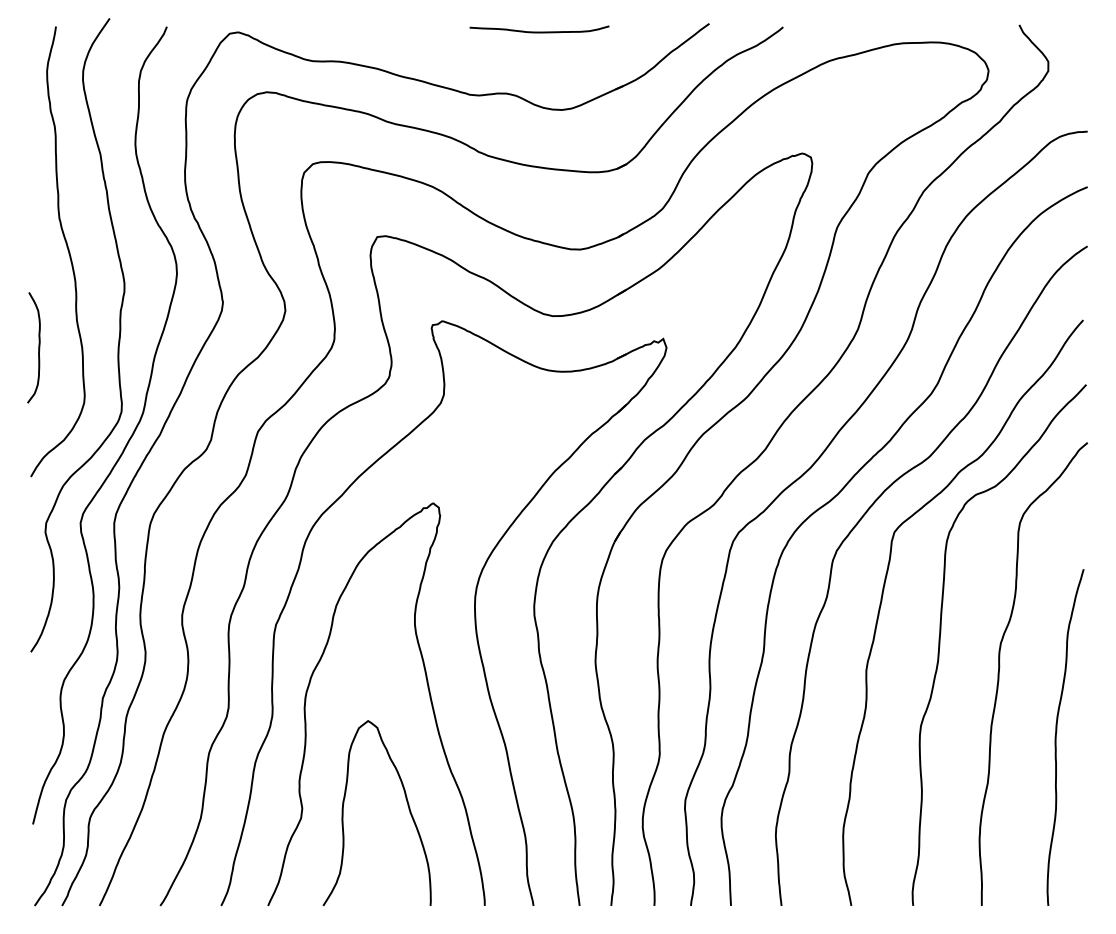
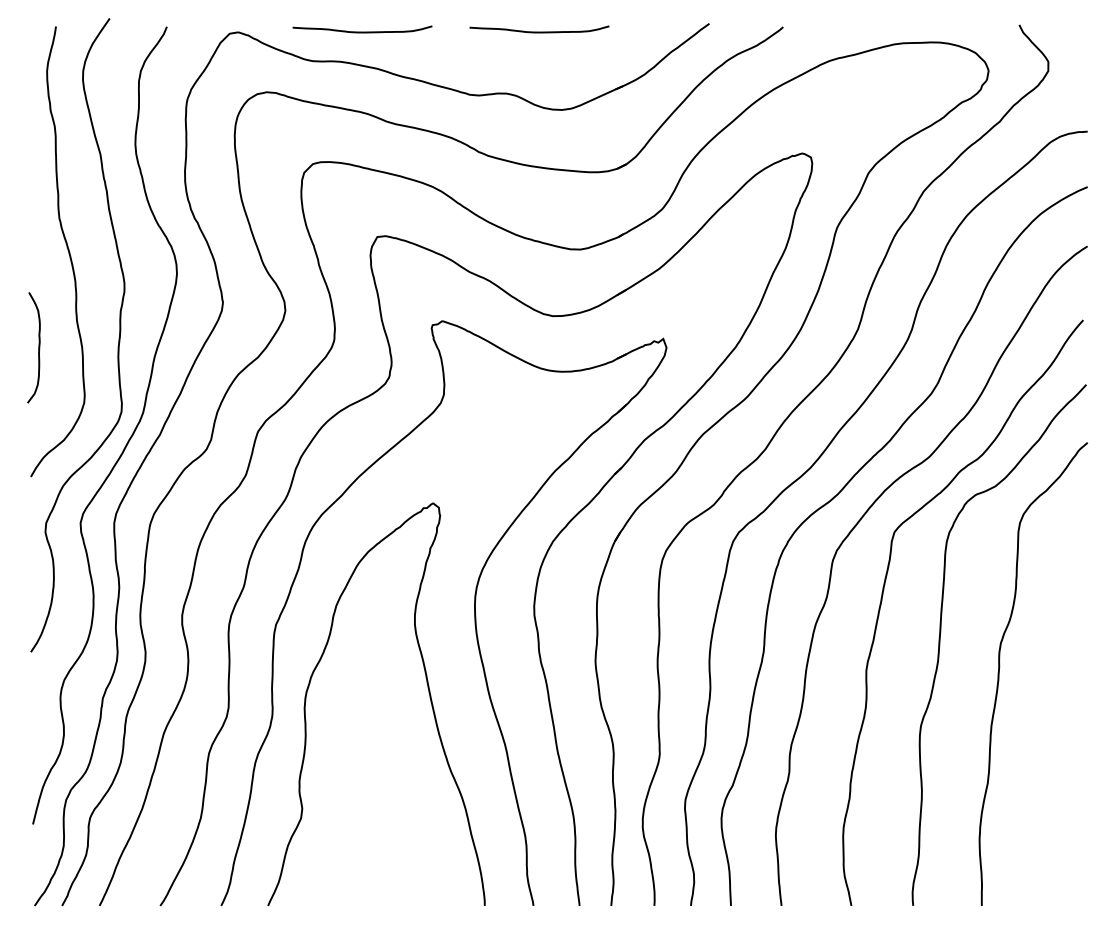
curve at (362, 31): none -> present
curve at (1056, 737): present -> none
curve at (406, 802): present -> none
